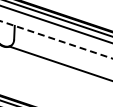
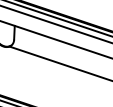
line at (56, 39): dashed -> solid
